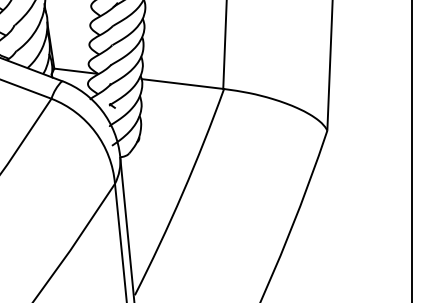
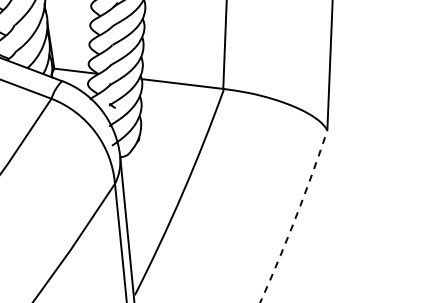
line at (412, 150): present -> none
arc at (295, 217): solid -> dashed
